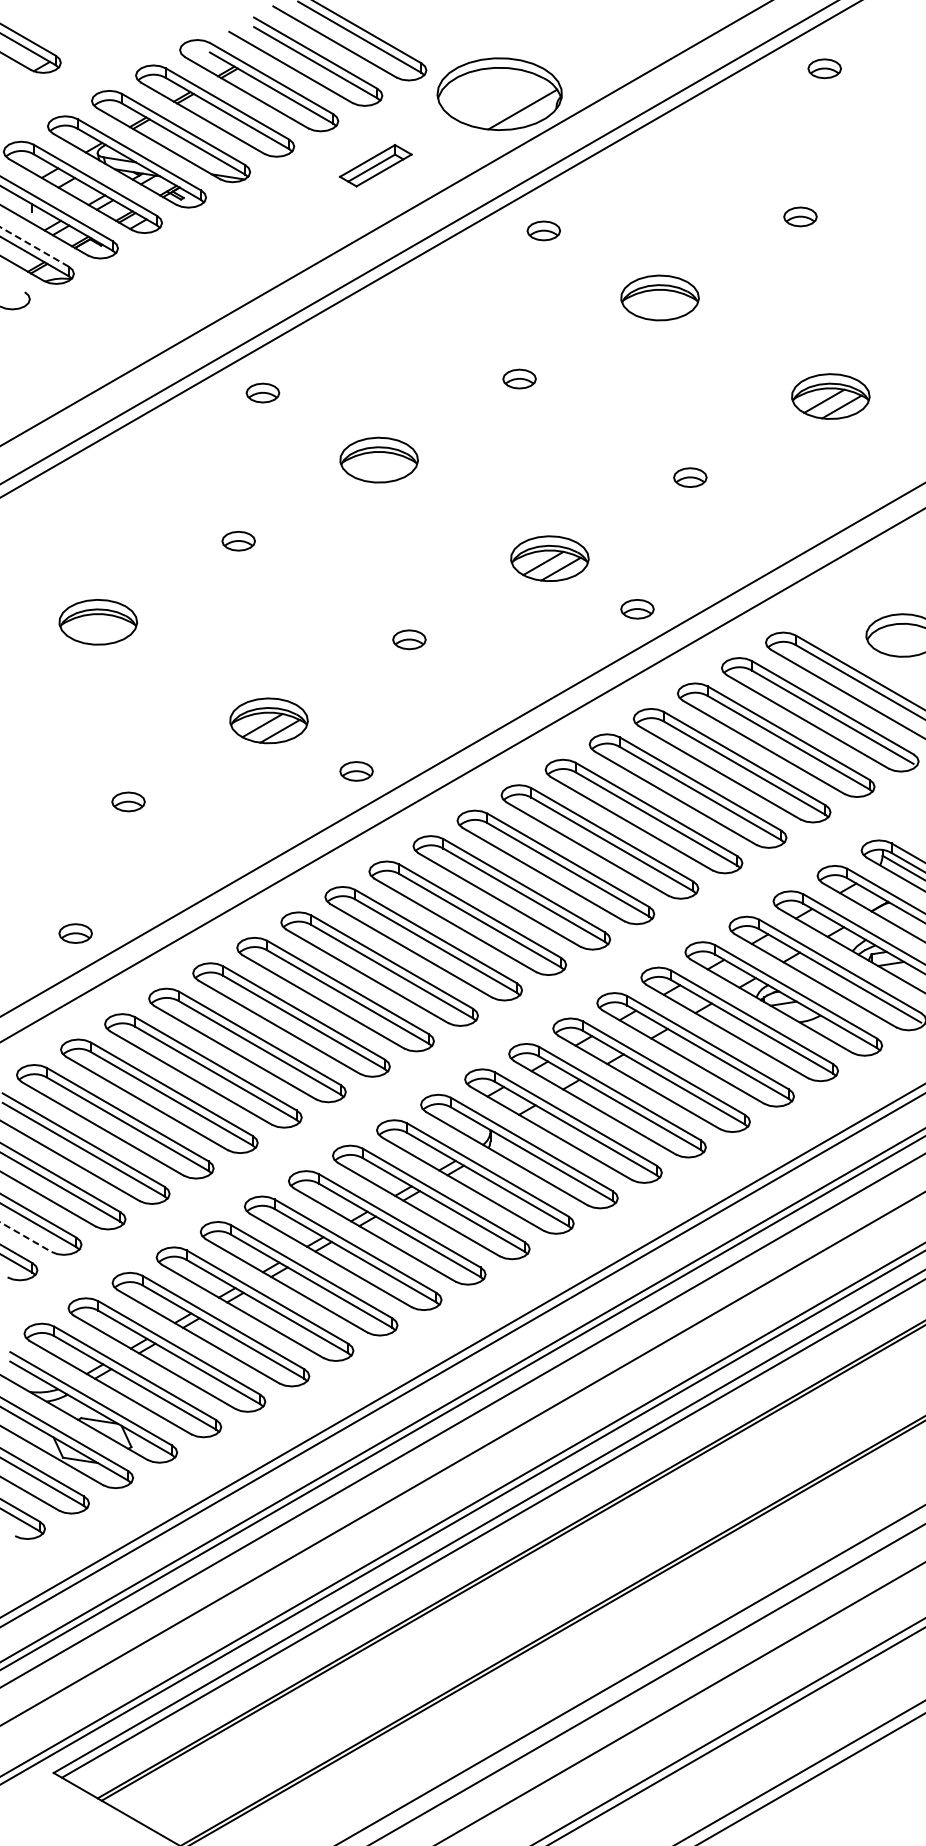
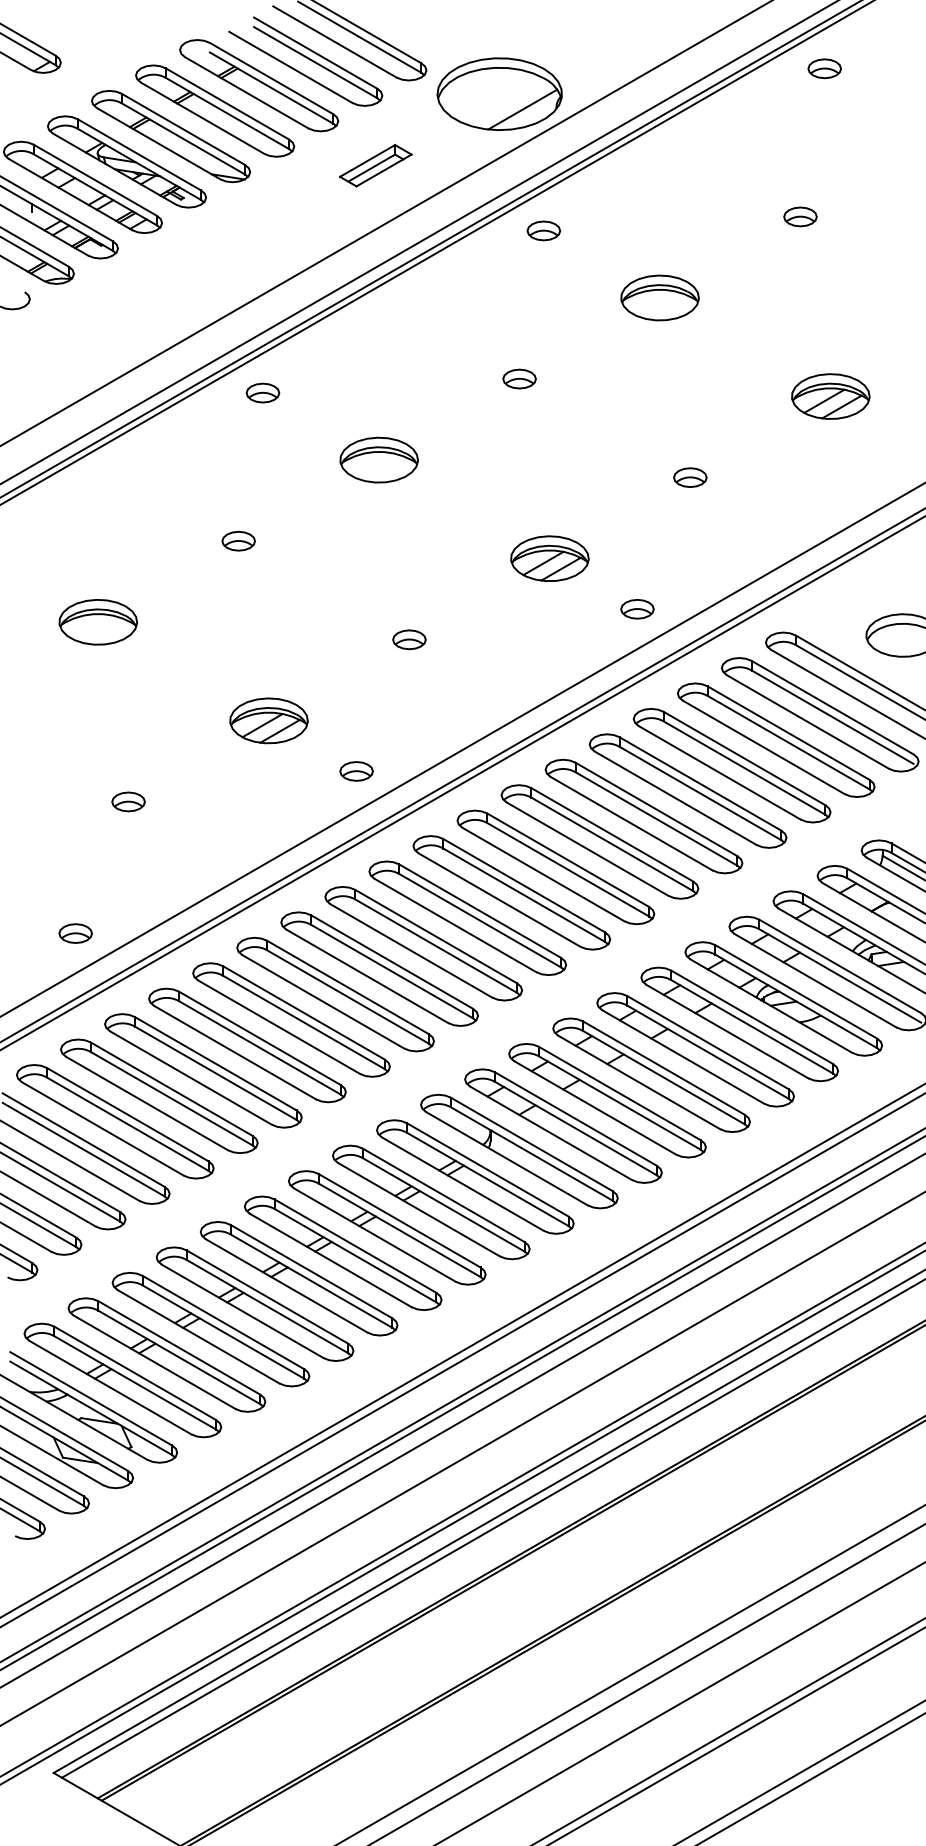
line at (34, 246): dashed -> solid
line at (436, 252): none -> present
line at (462, 783): none -> present
line at (26, 1237): dashed -> solid
